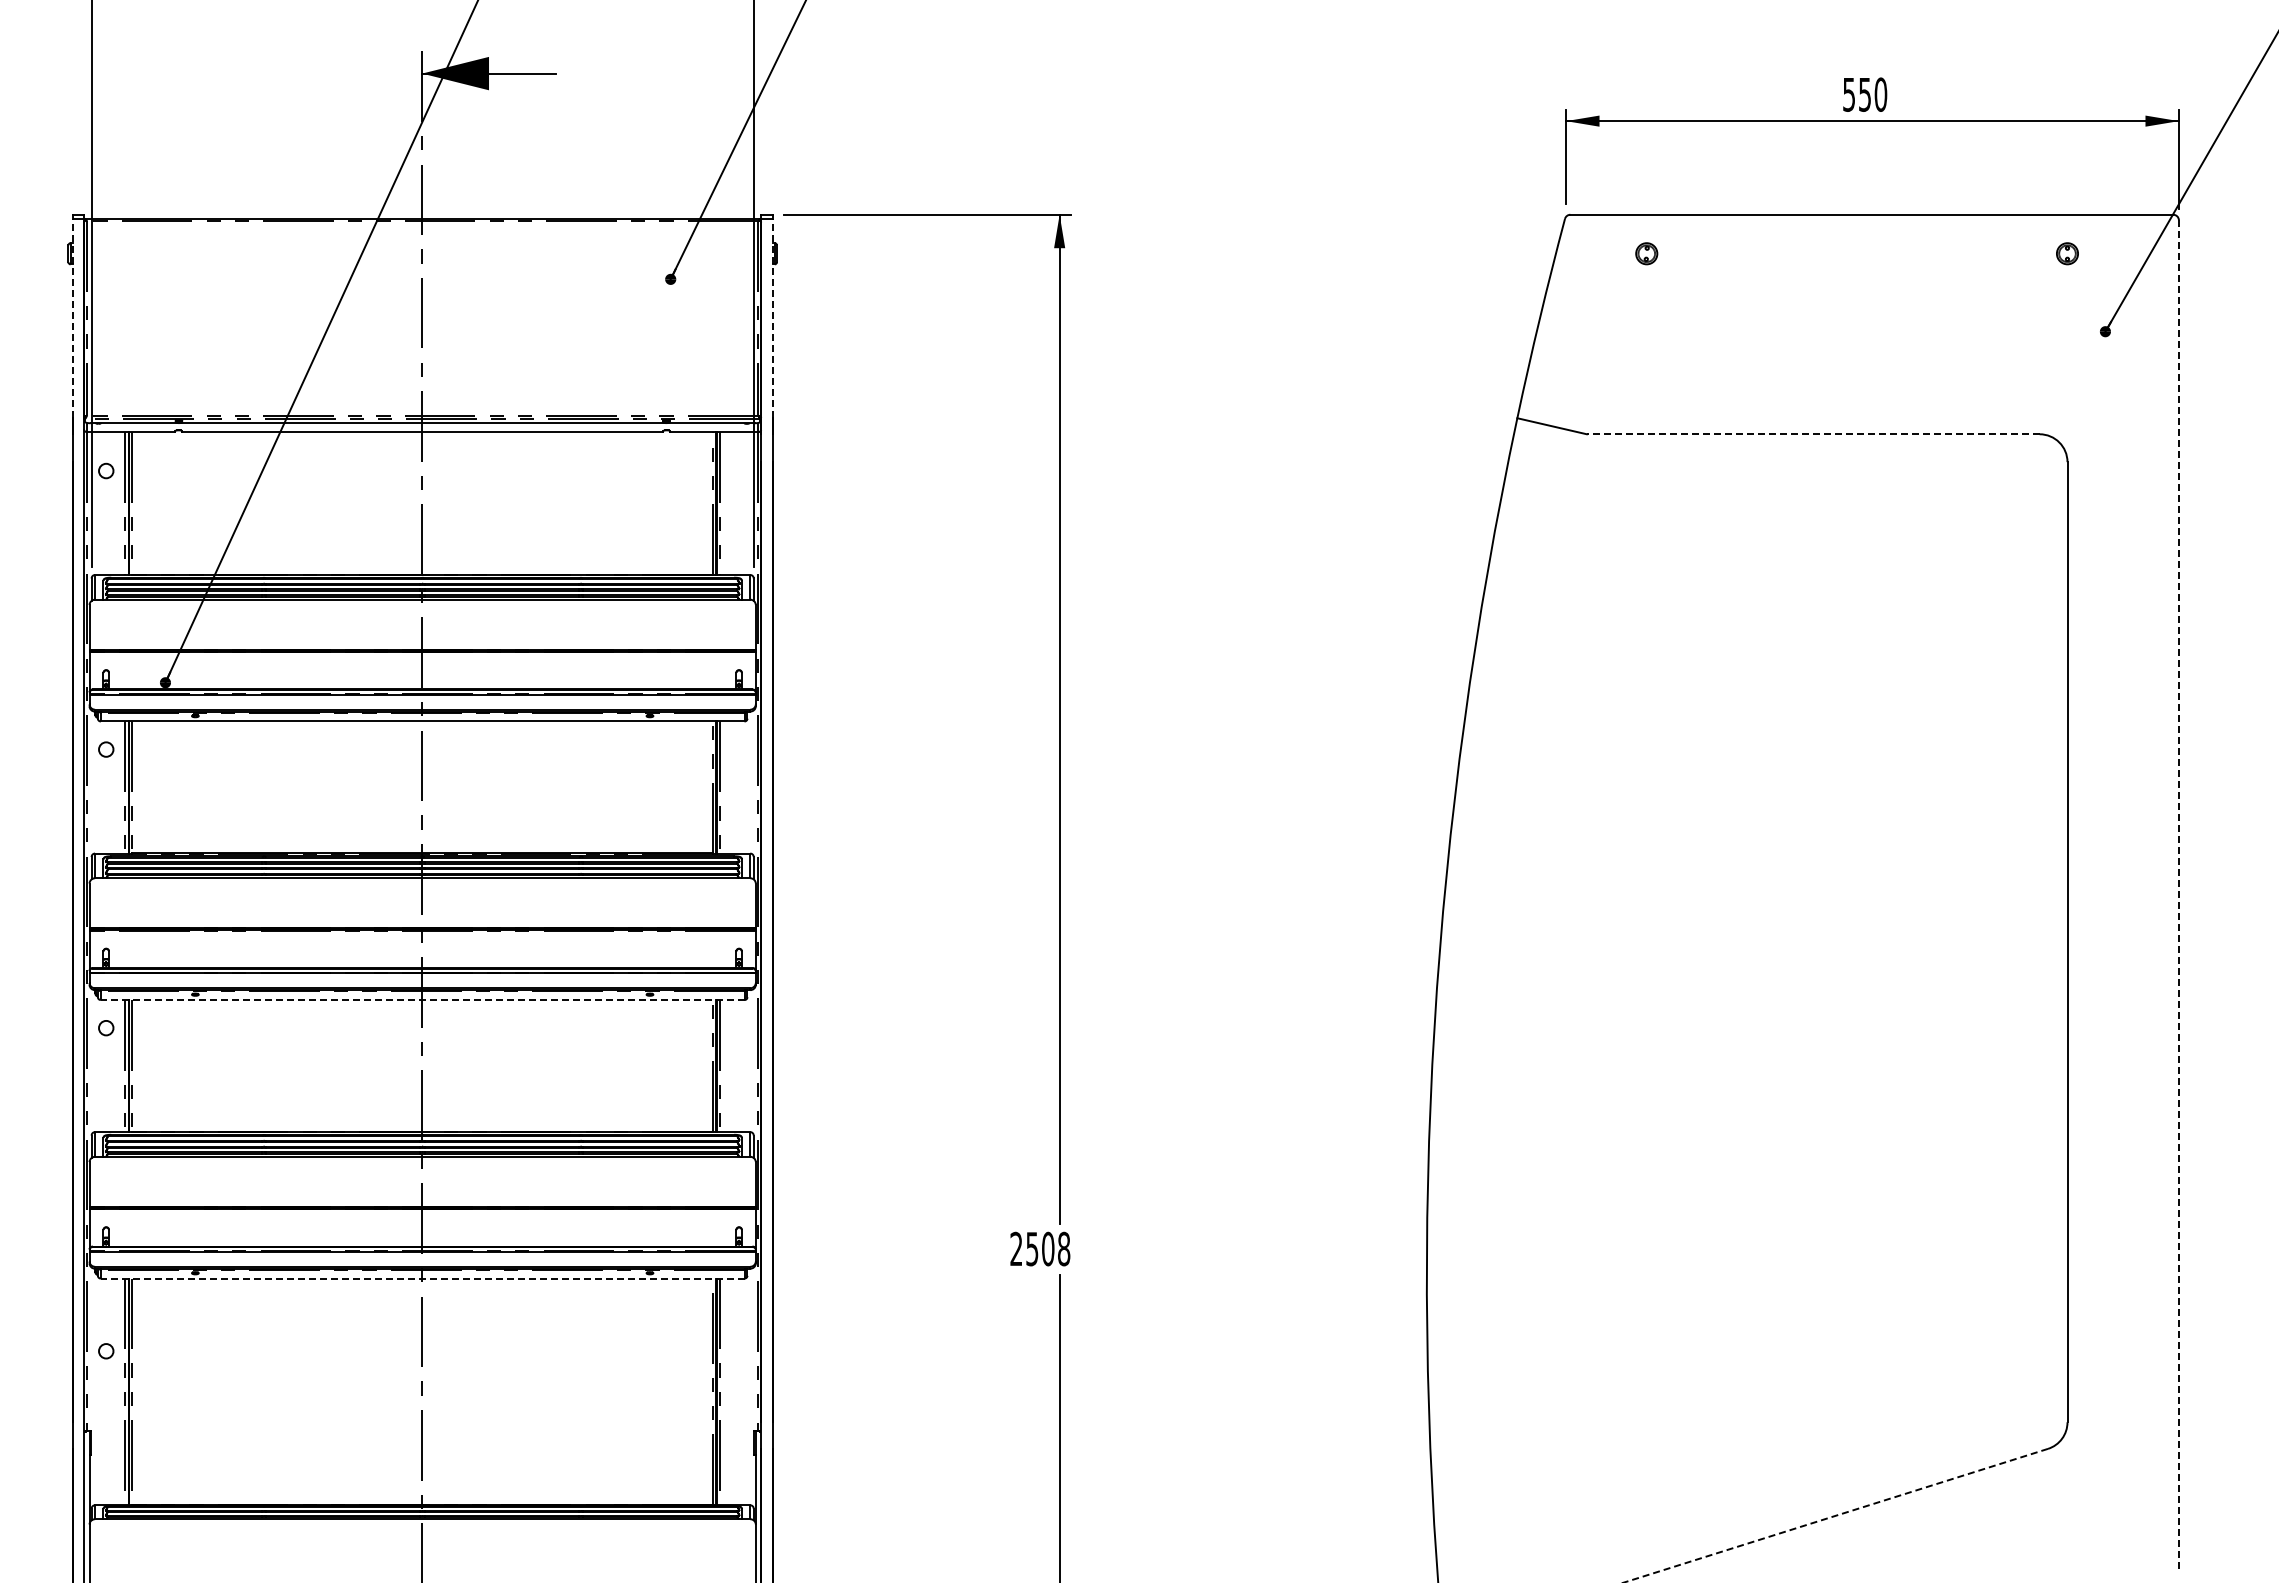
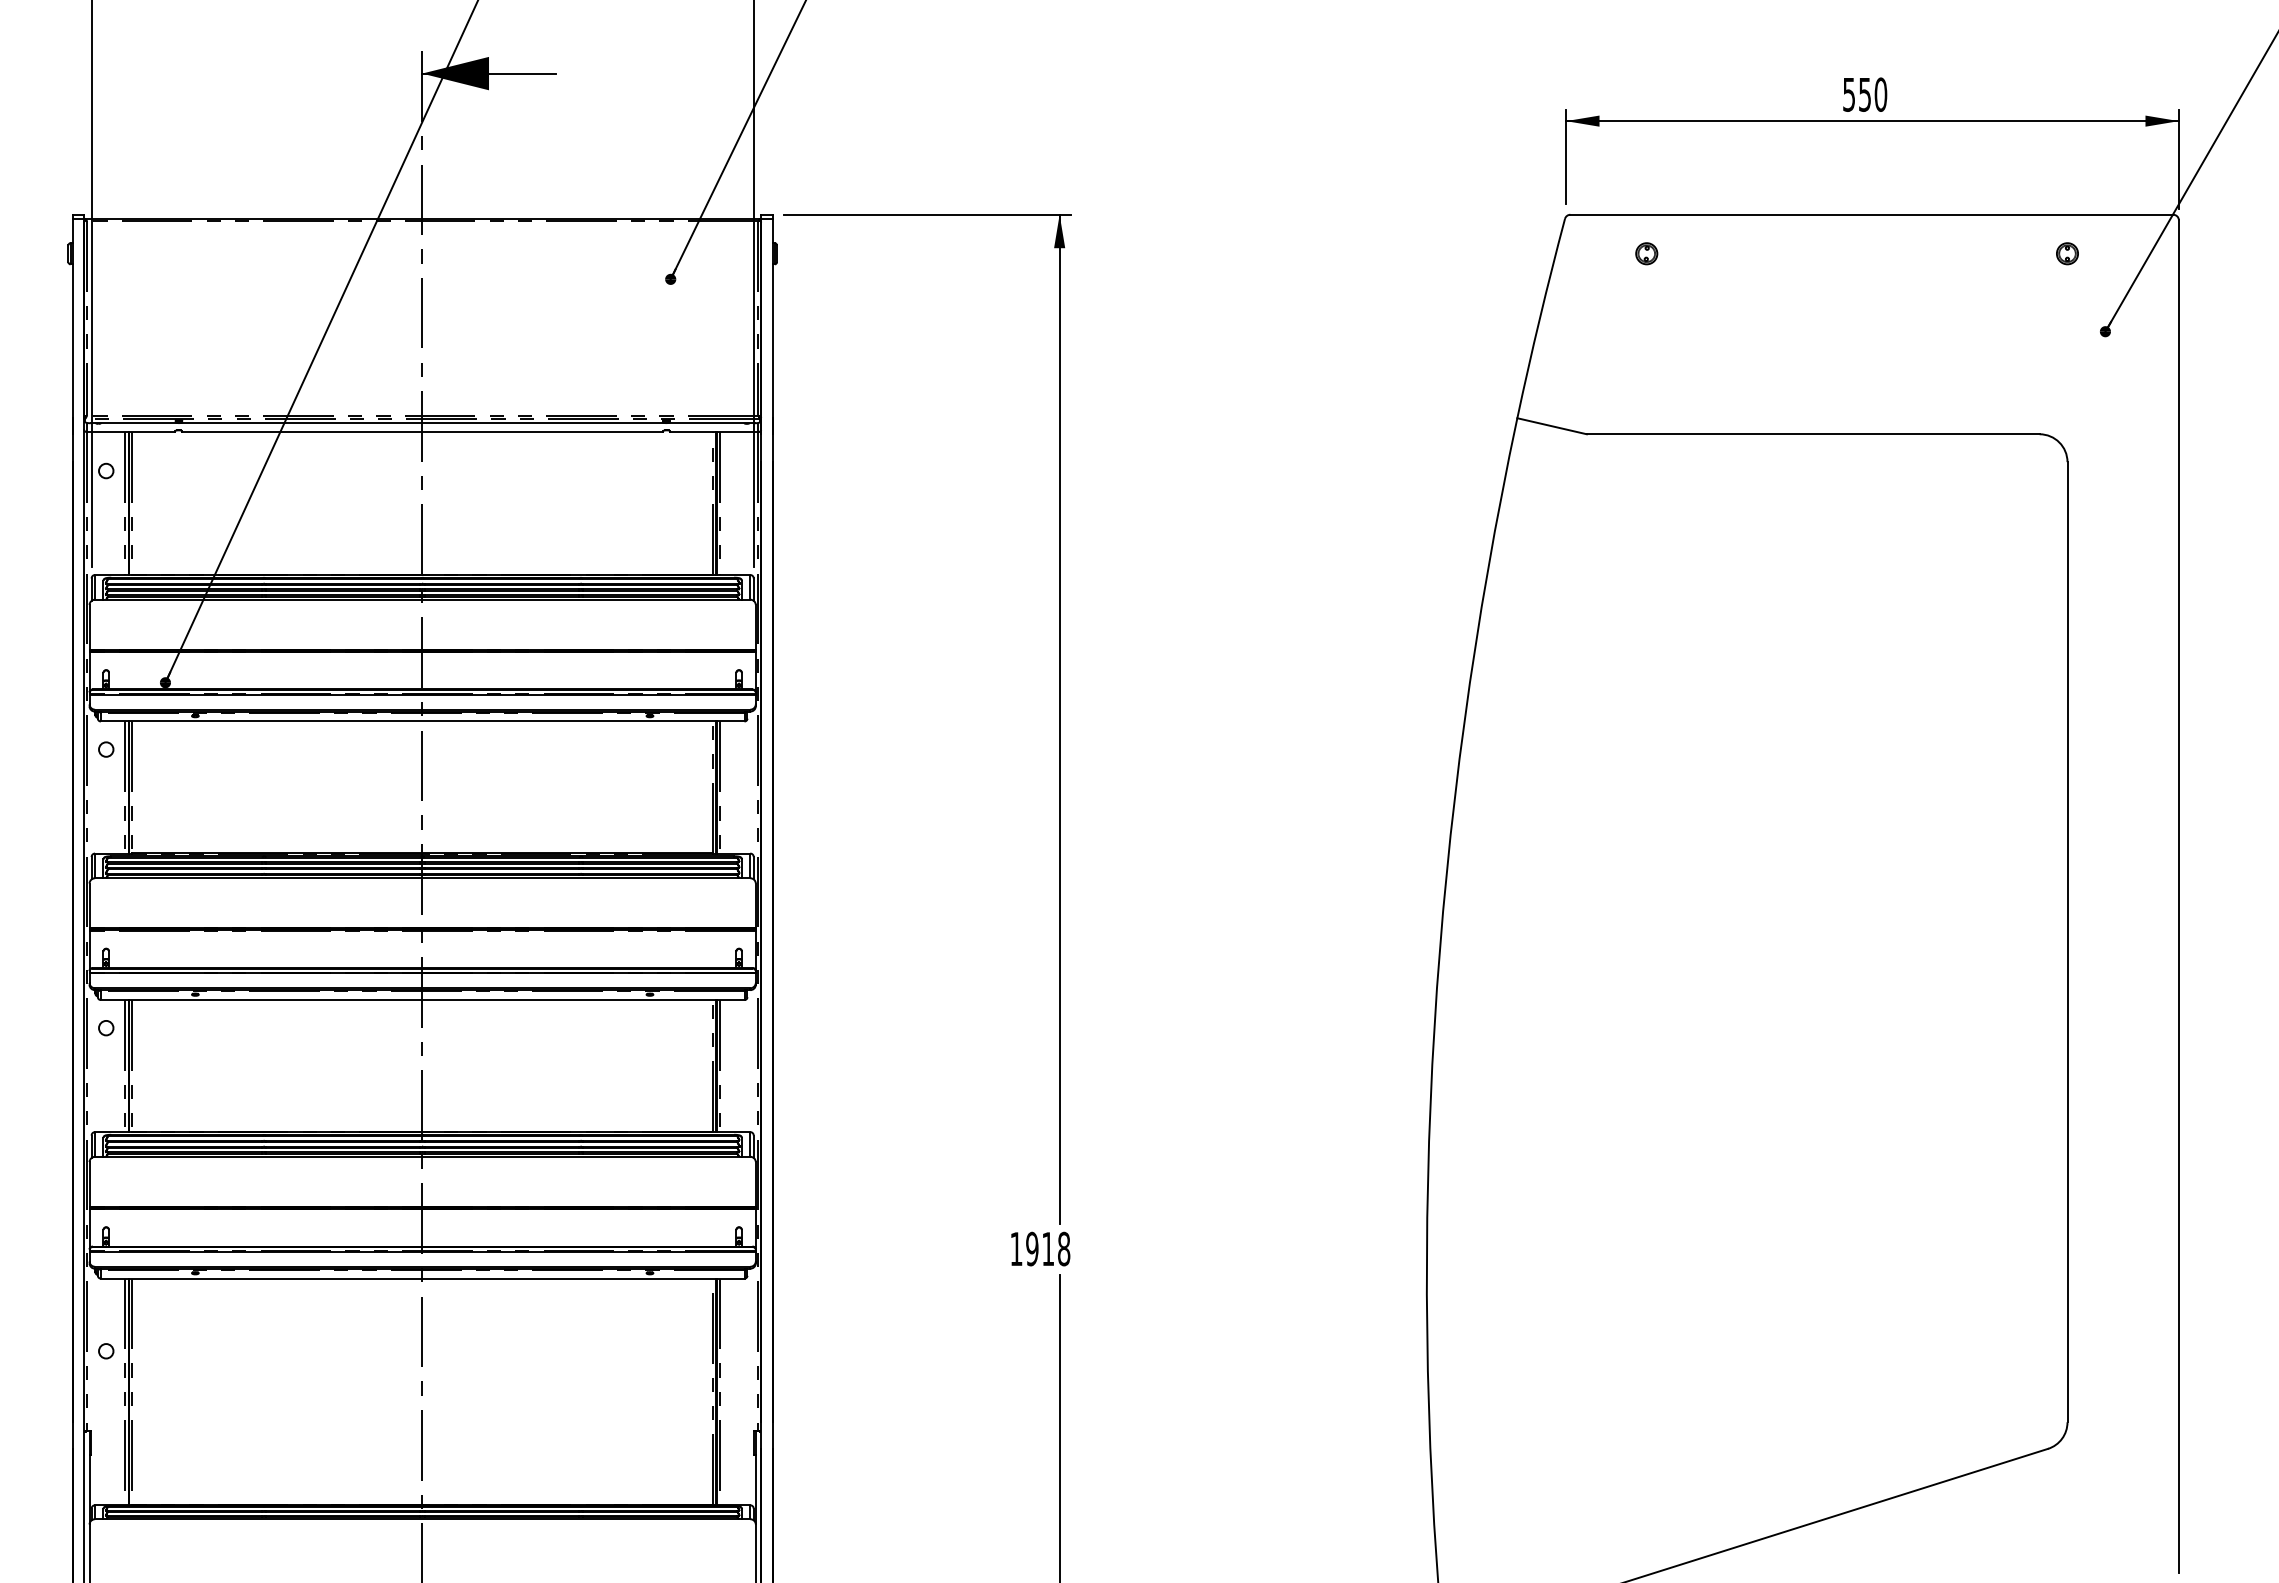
line at (72, 318): dashed -> solid
line at (772, 318): dashed -> solid
line at (1812, 434): dashed -> solid
line at (2178, 897): dashed -> solid
line at (422, 1000): dashed -> solid
text at (1032, 1248): 2508 -> 1918
line at (422, 1278): dashed -> solid
line at (1835, 1515): dashed -> solid
